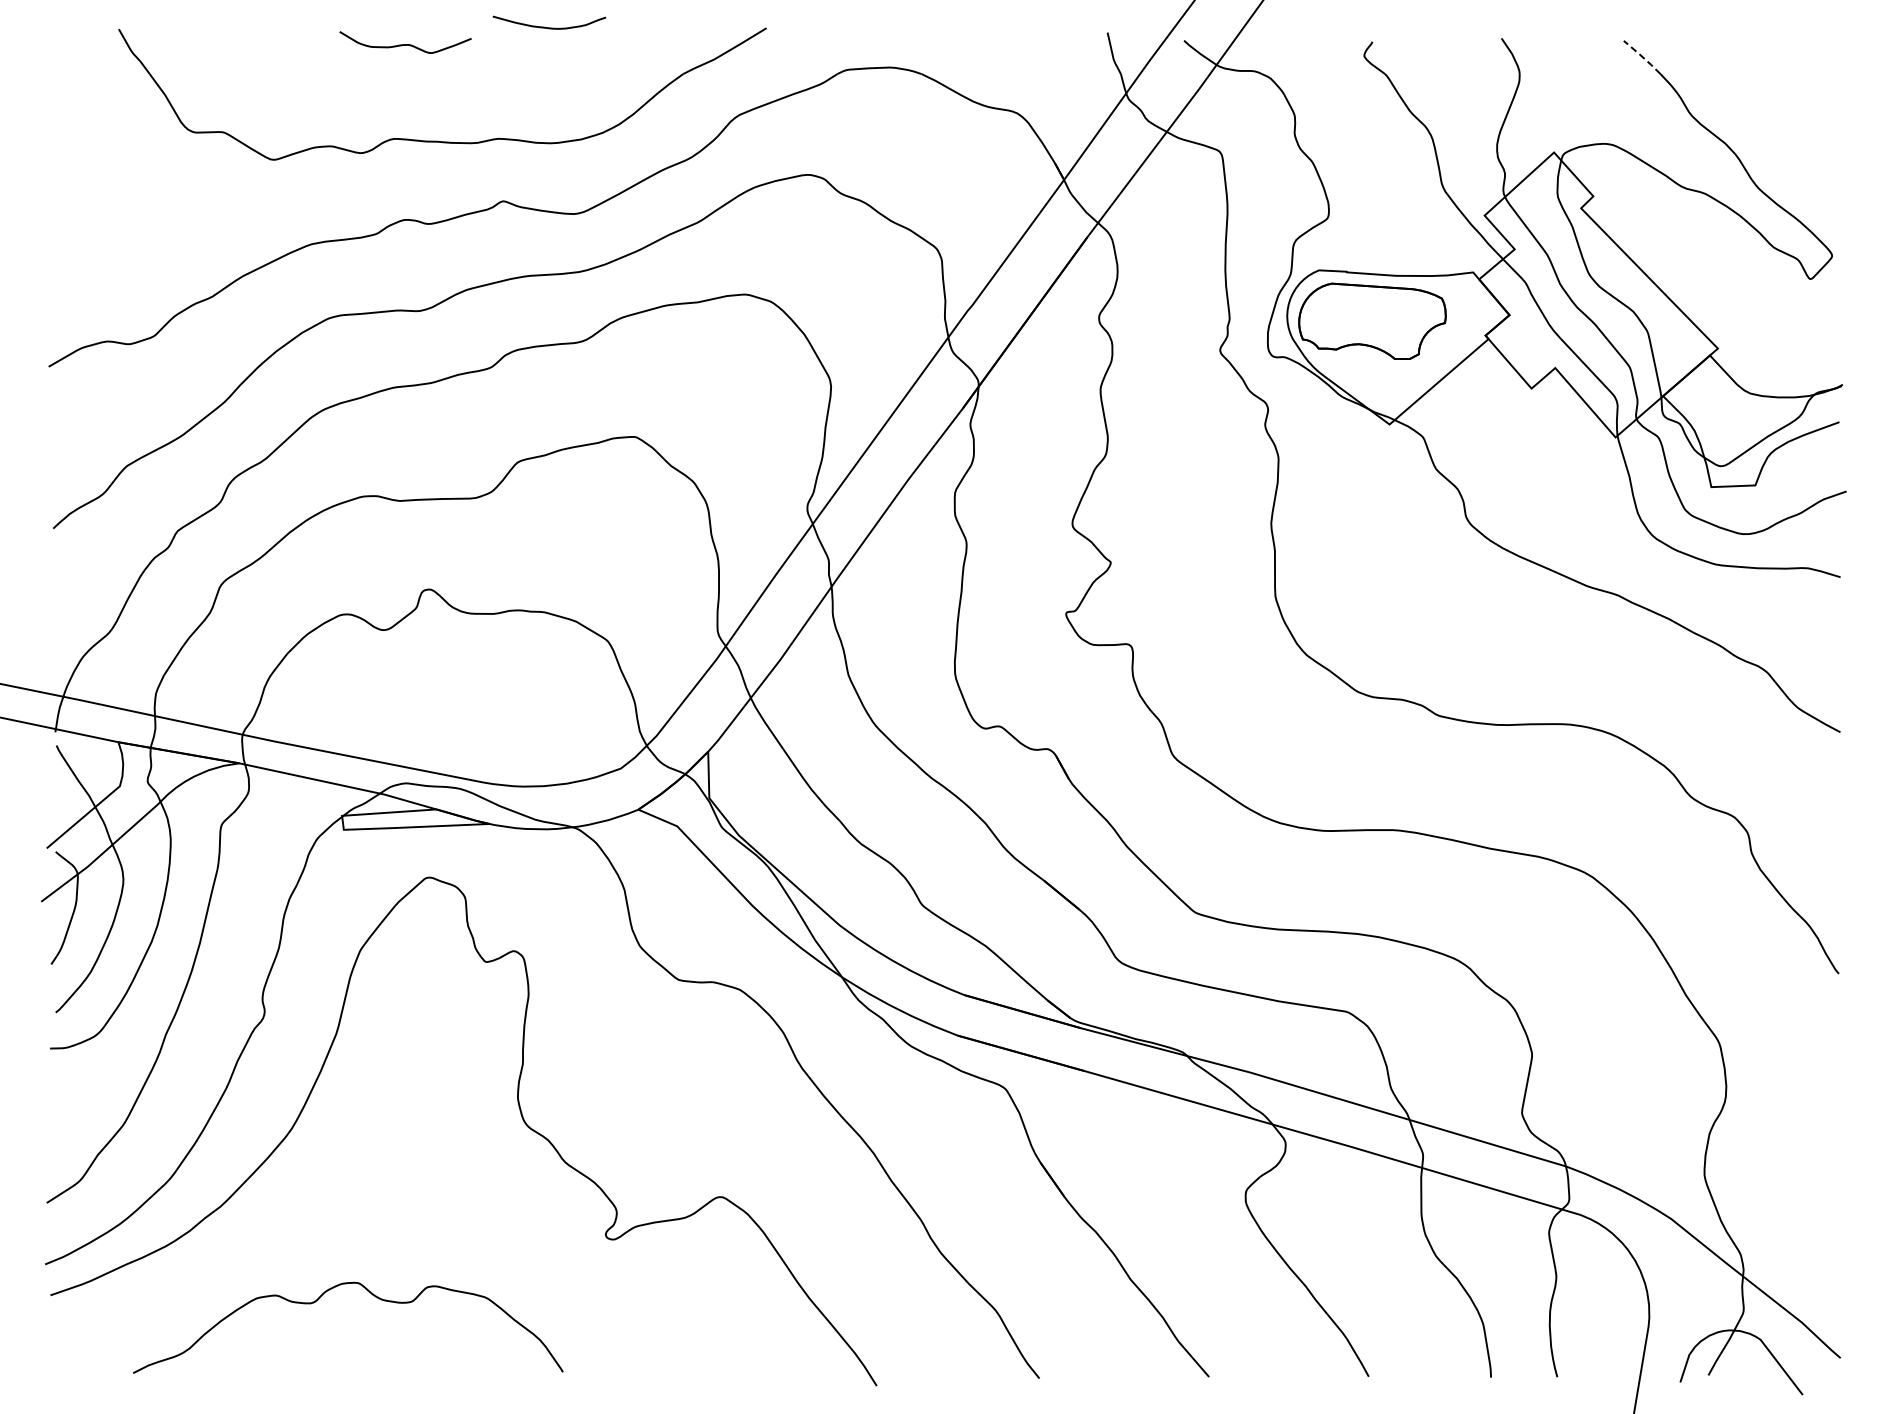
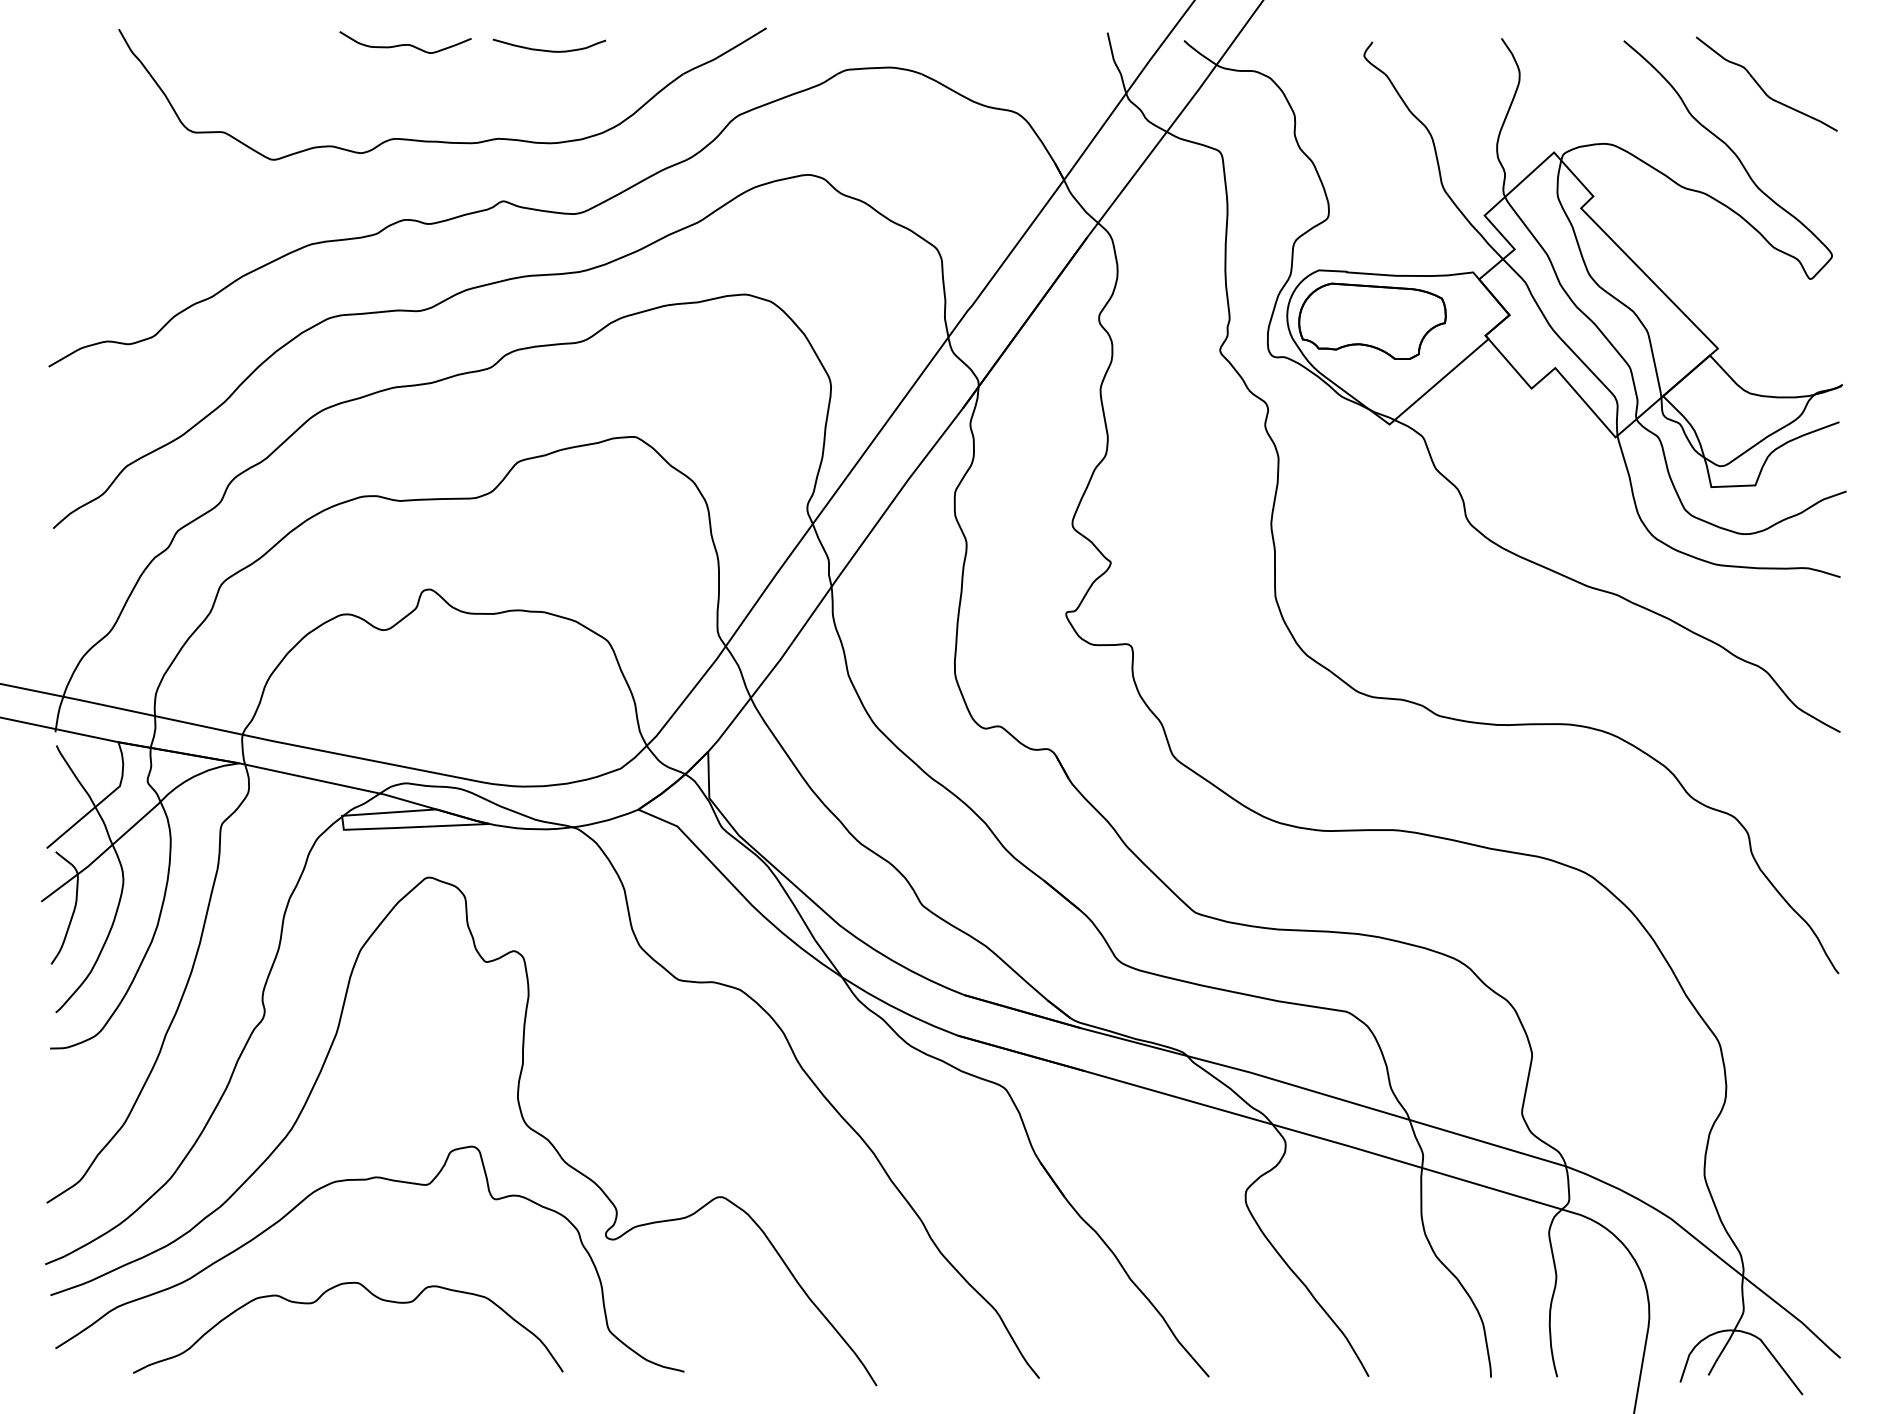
curve at (549, 27) position: (549, 27) -> (549, 50)
line at (1642, 56): dashed -> solid
part at (1760, 85): none -> present
curve at (367, 1180): none -> present
